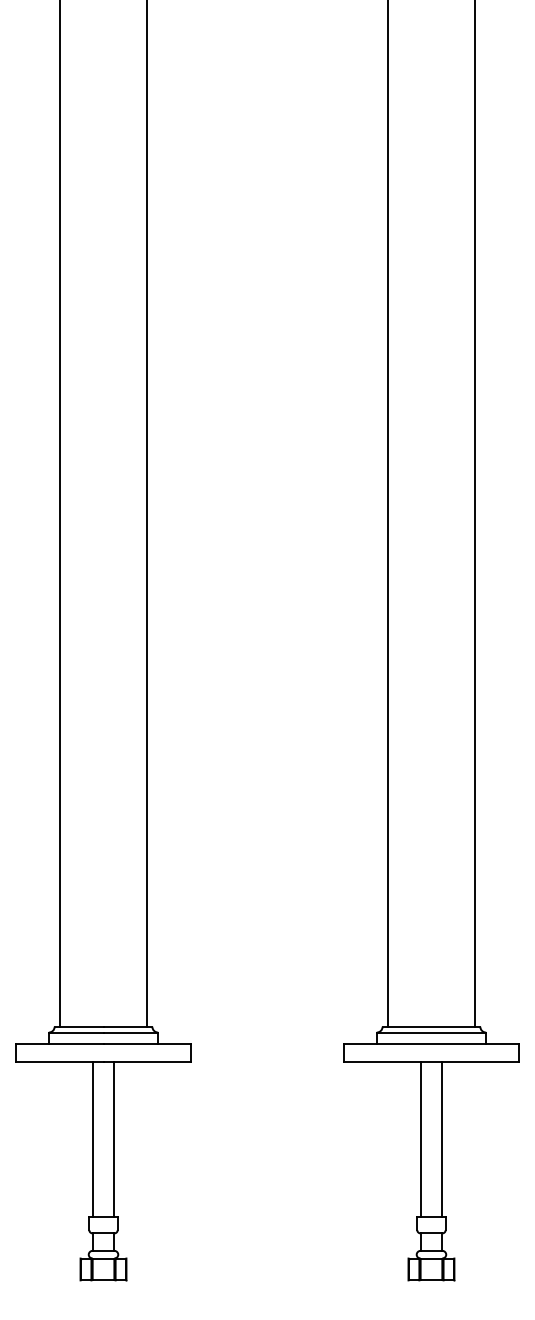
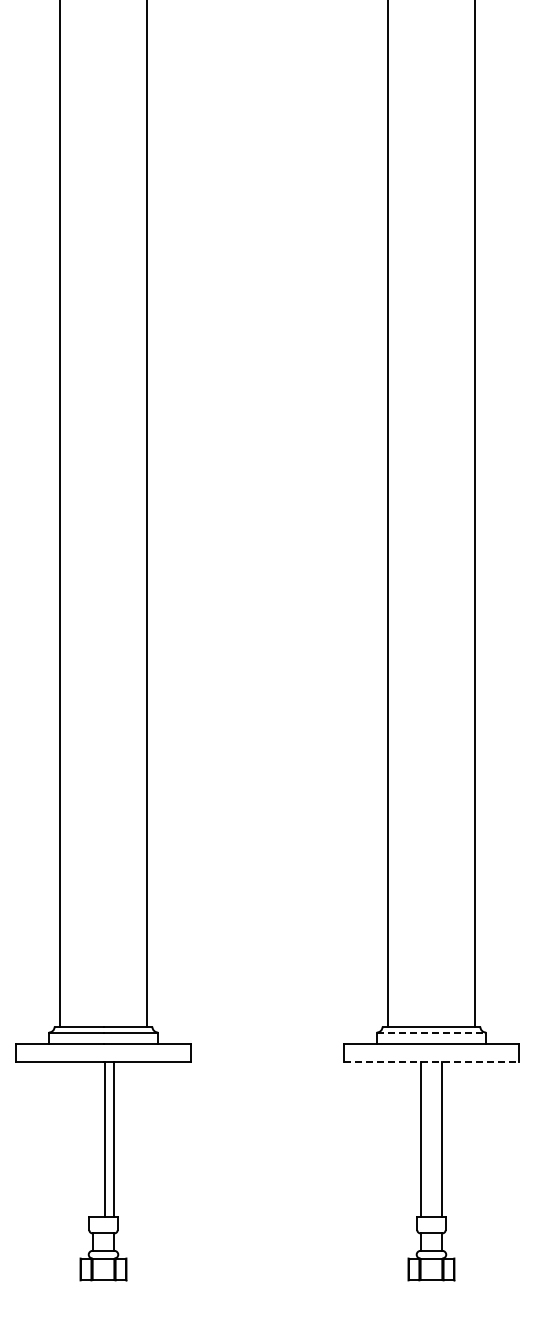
line at (431, 1032): solid -> dashed
line at (431, 1061): solid -> dashed
line at (92, 1138) position: (92, 1138) -> (104, 1138)
